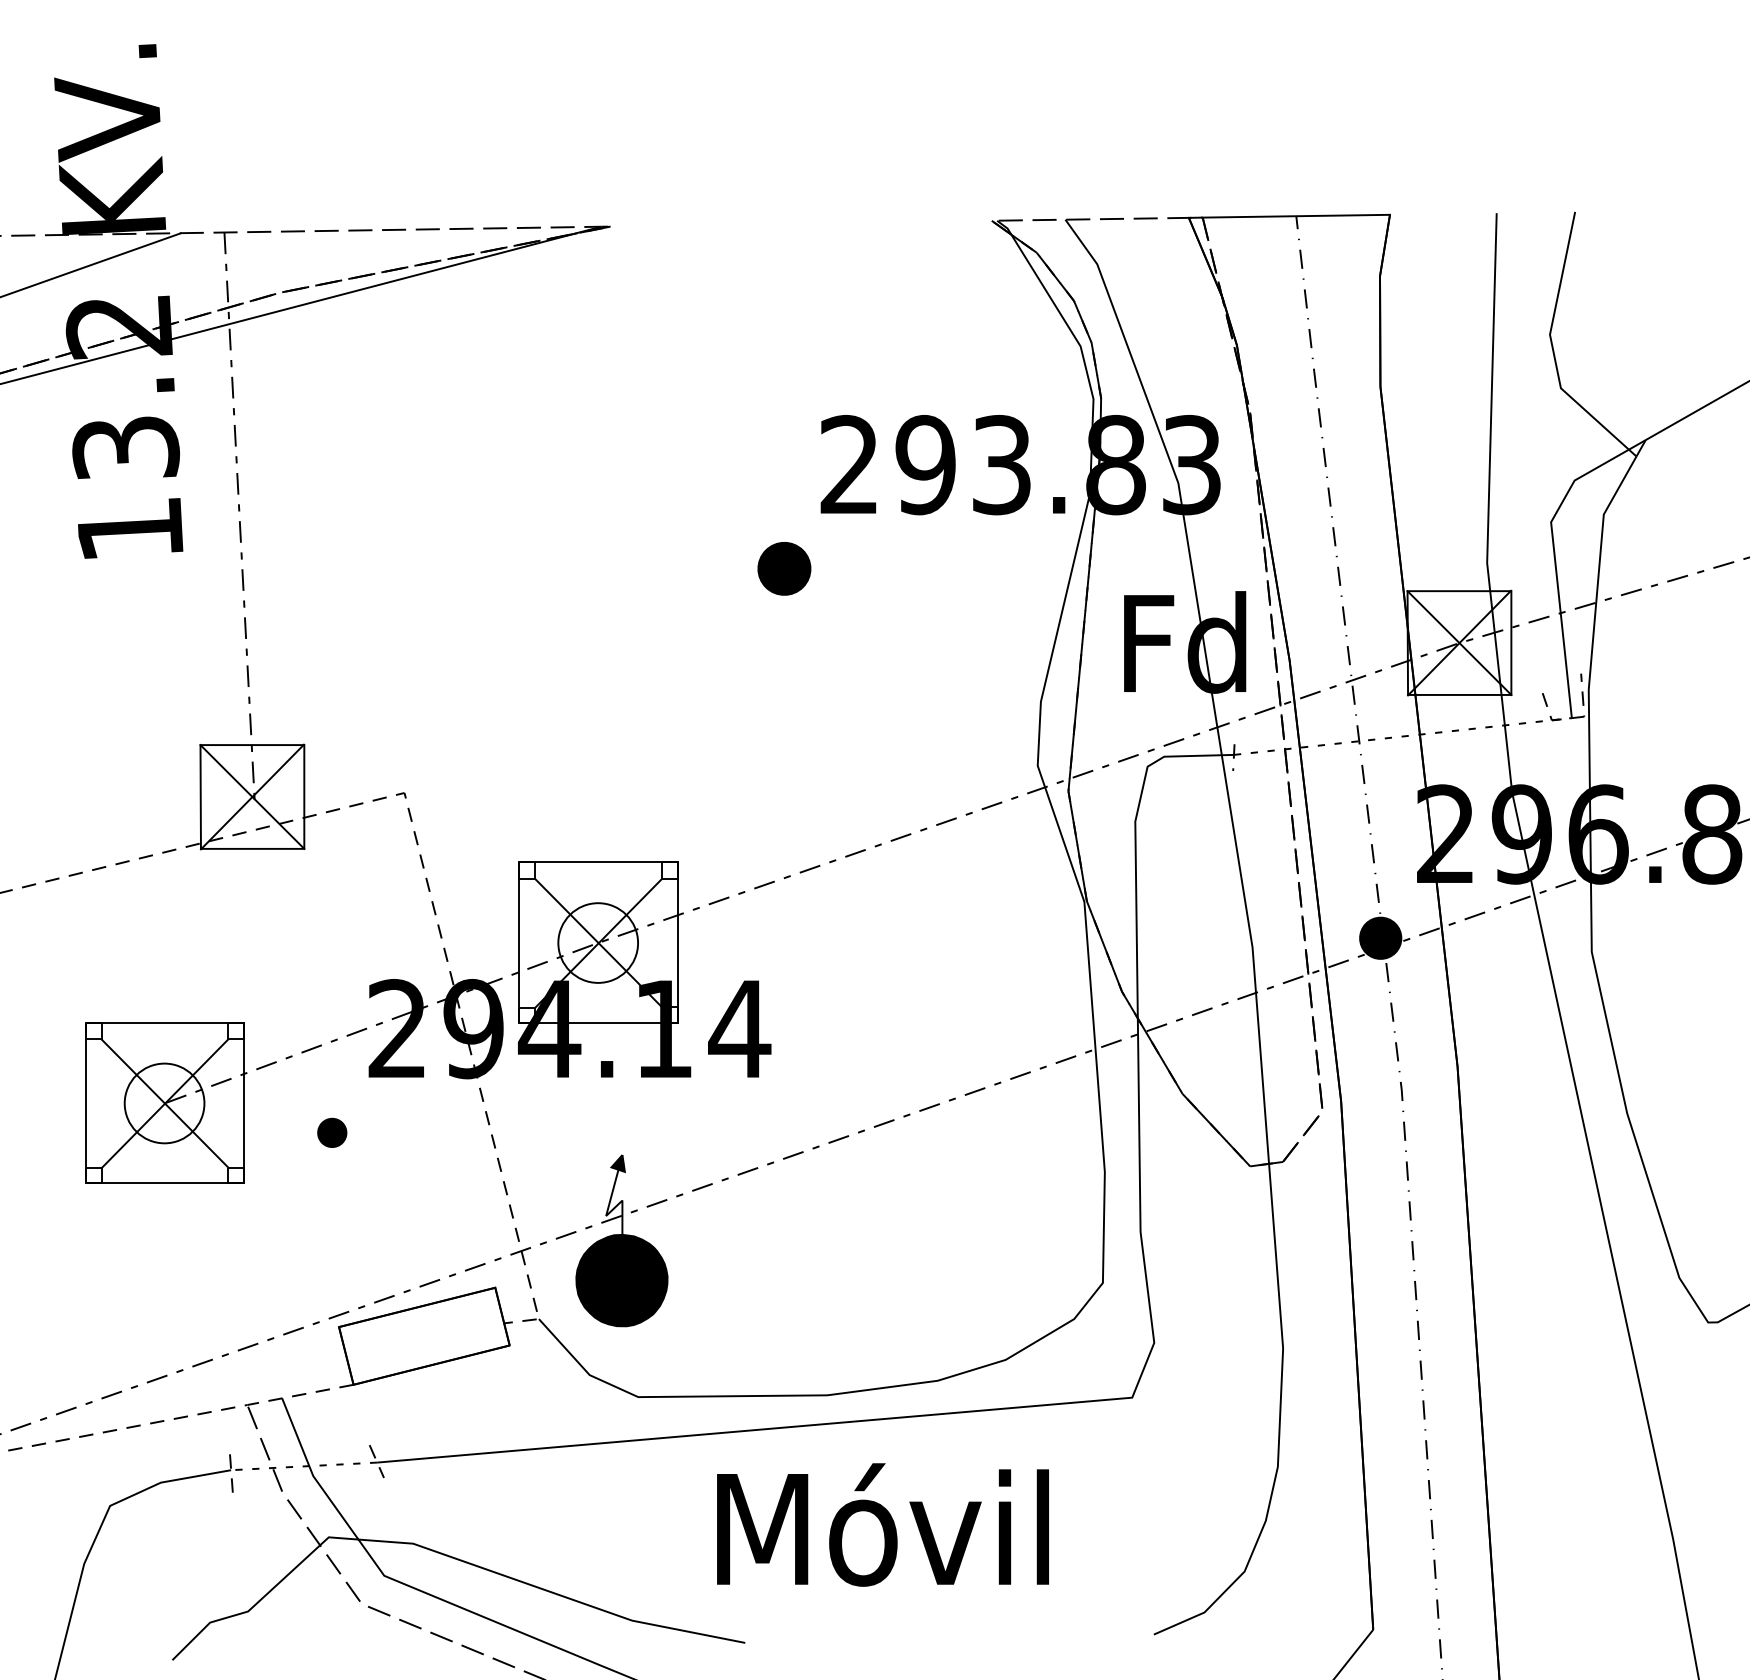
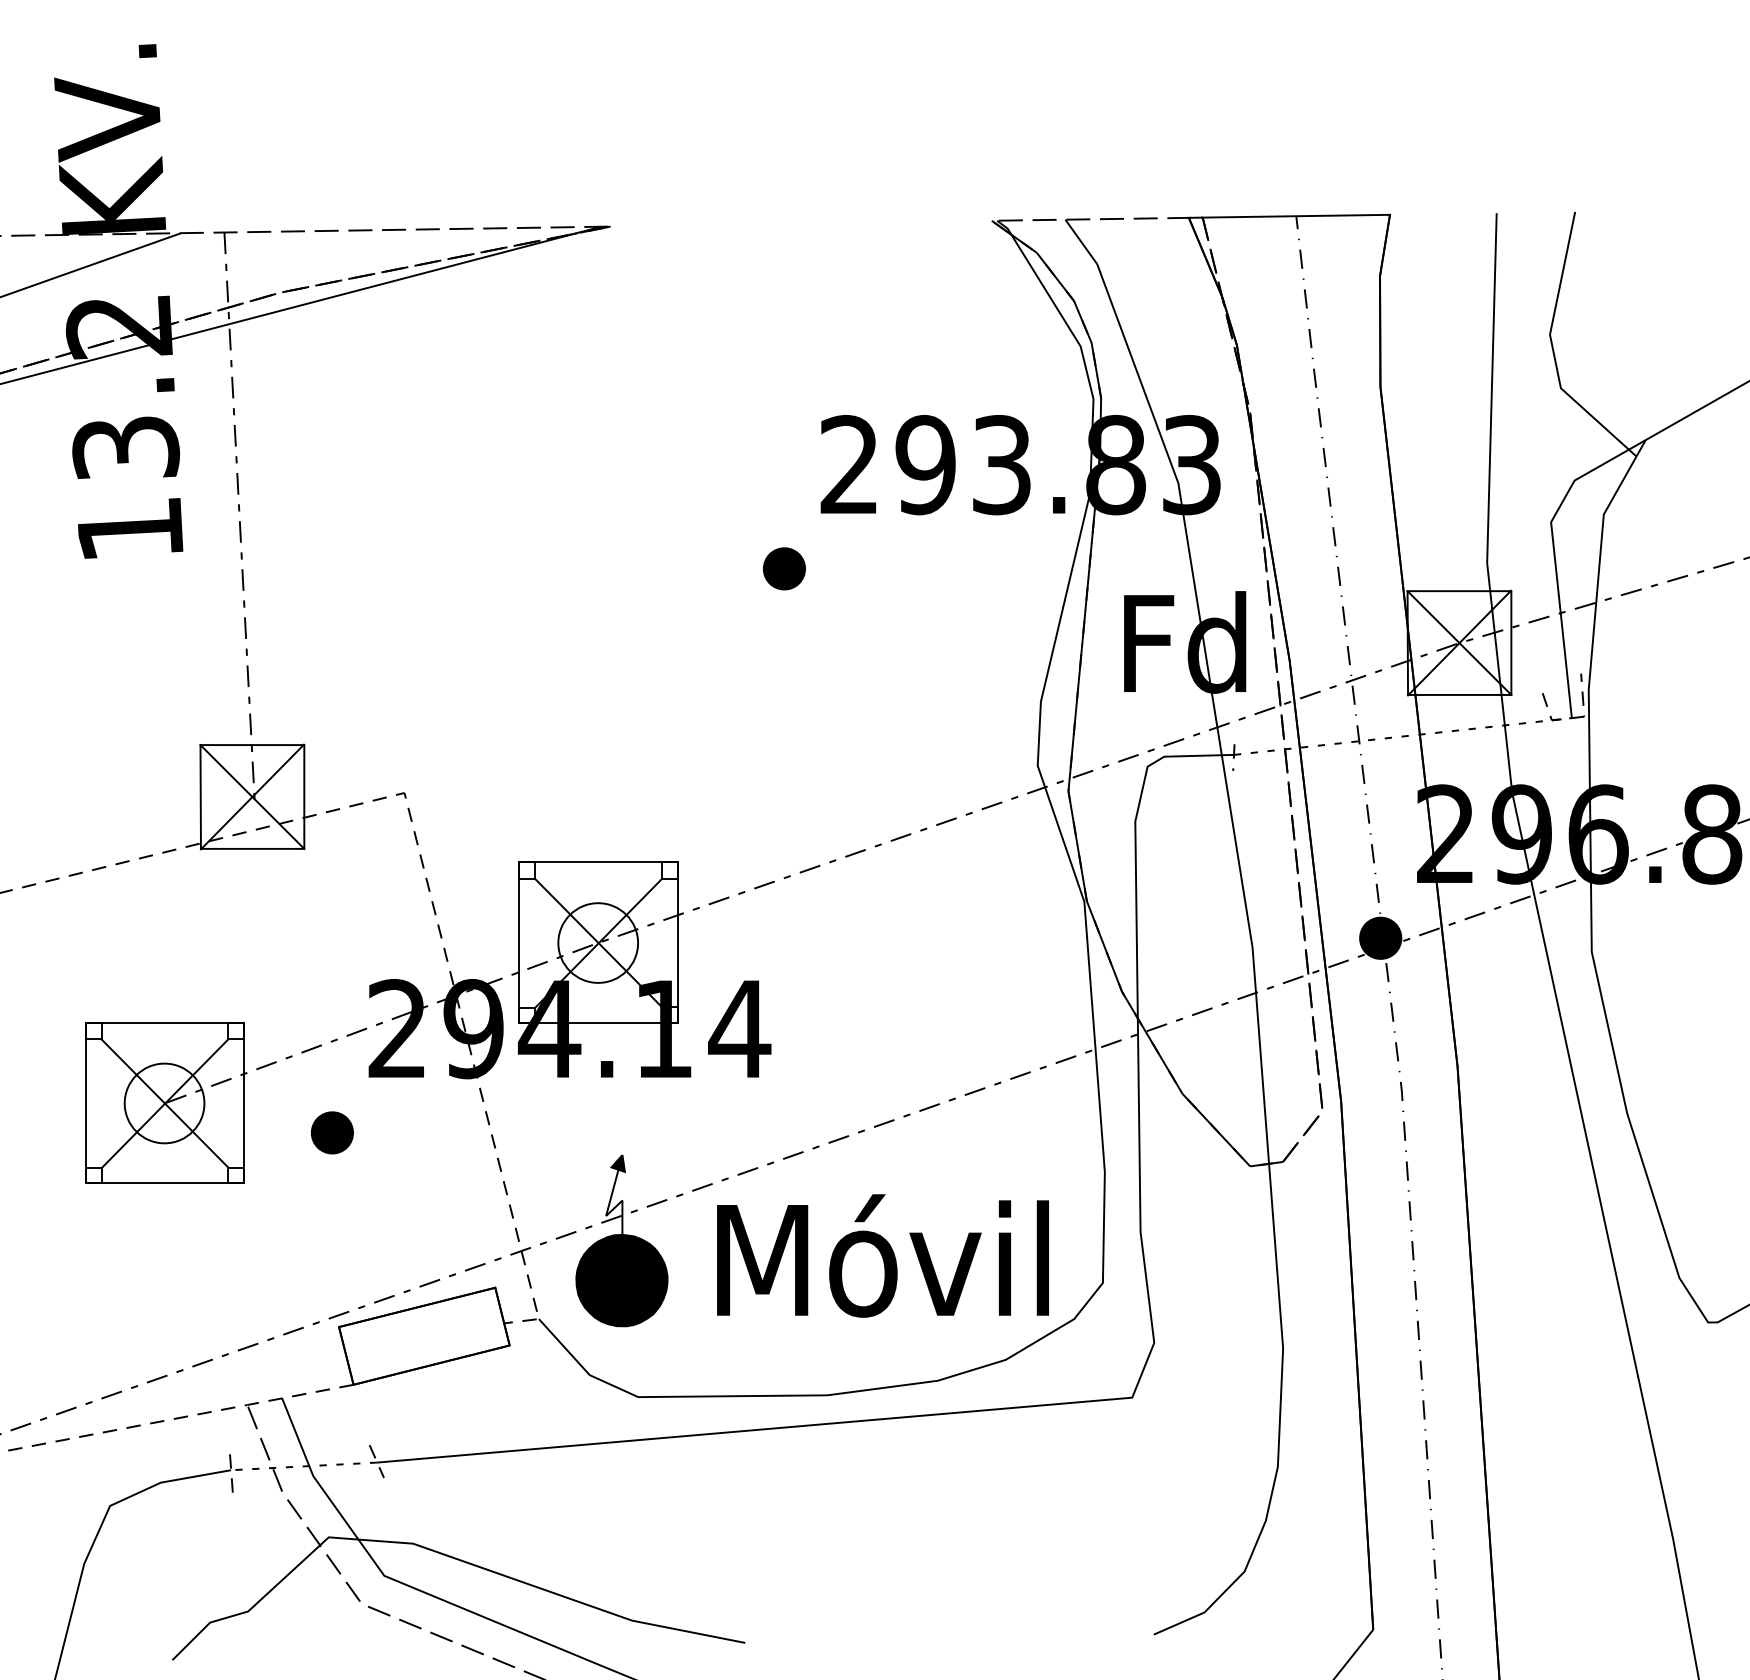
part at (784, 568) size: 55x54 px -> 43x44 px
part at (332, 1132) size: 31x31 px -> 44x44 px
text at (882, 1524) position: (882, 1524) -> (882, 1255)
